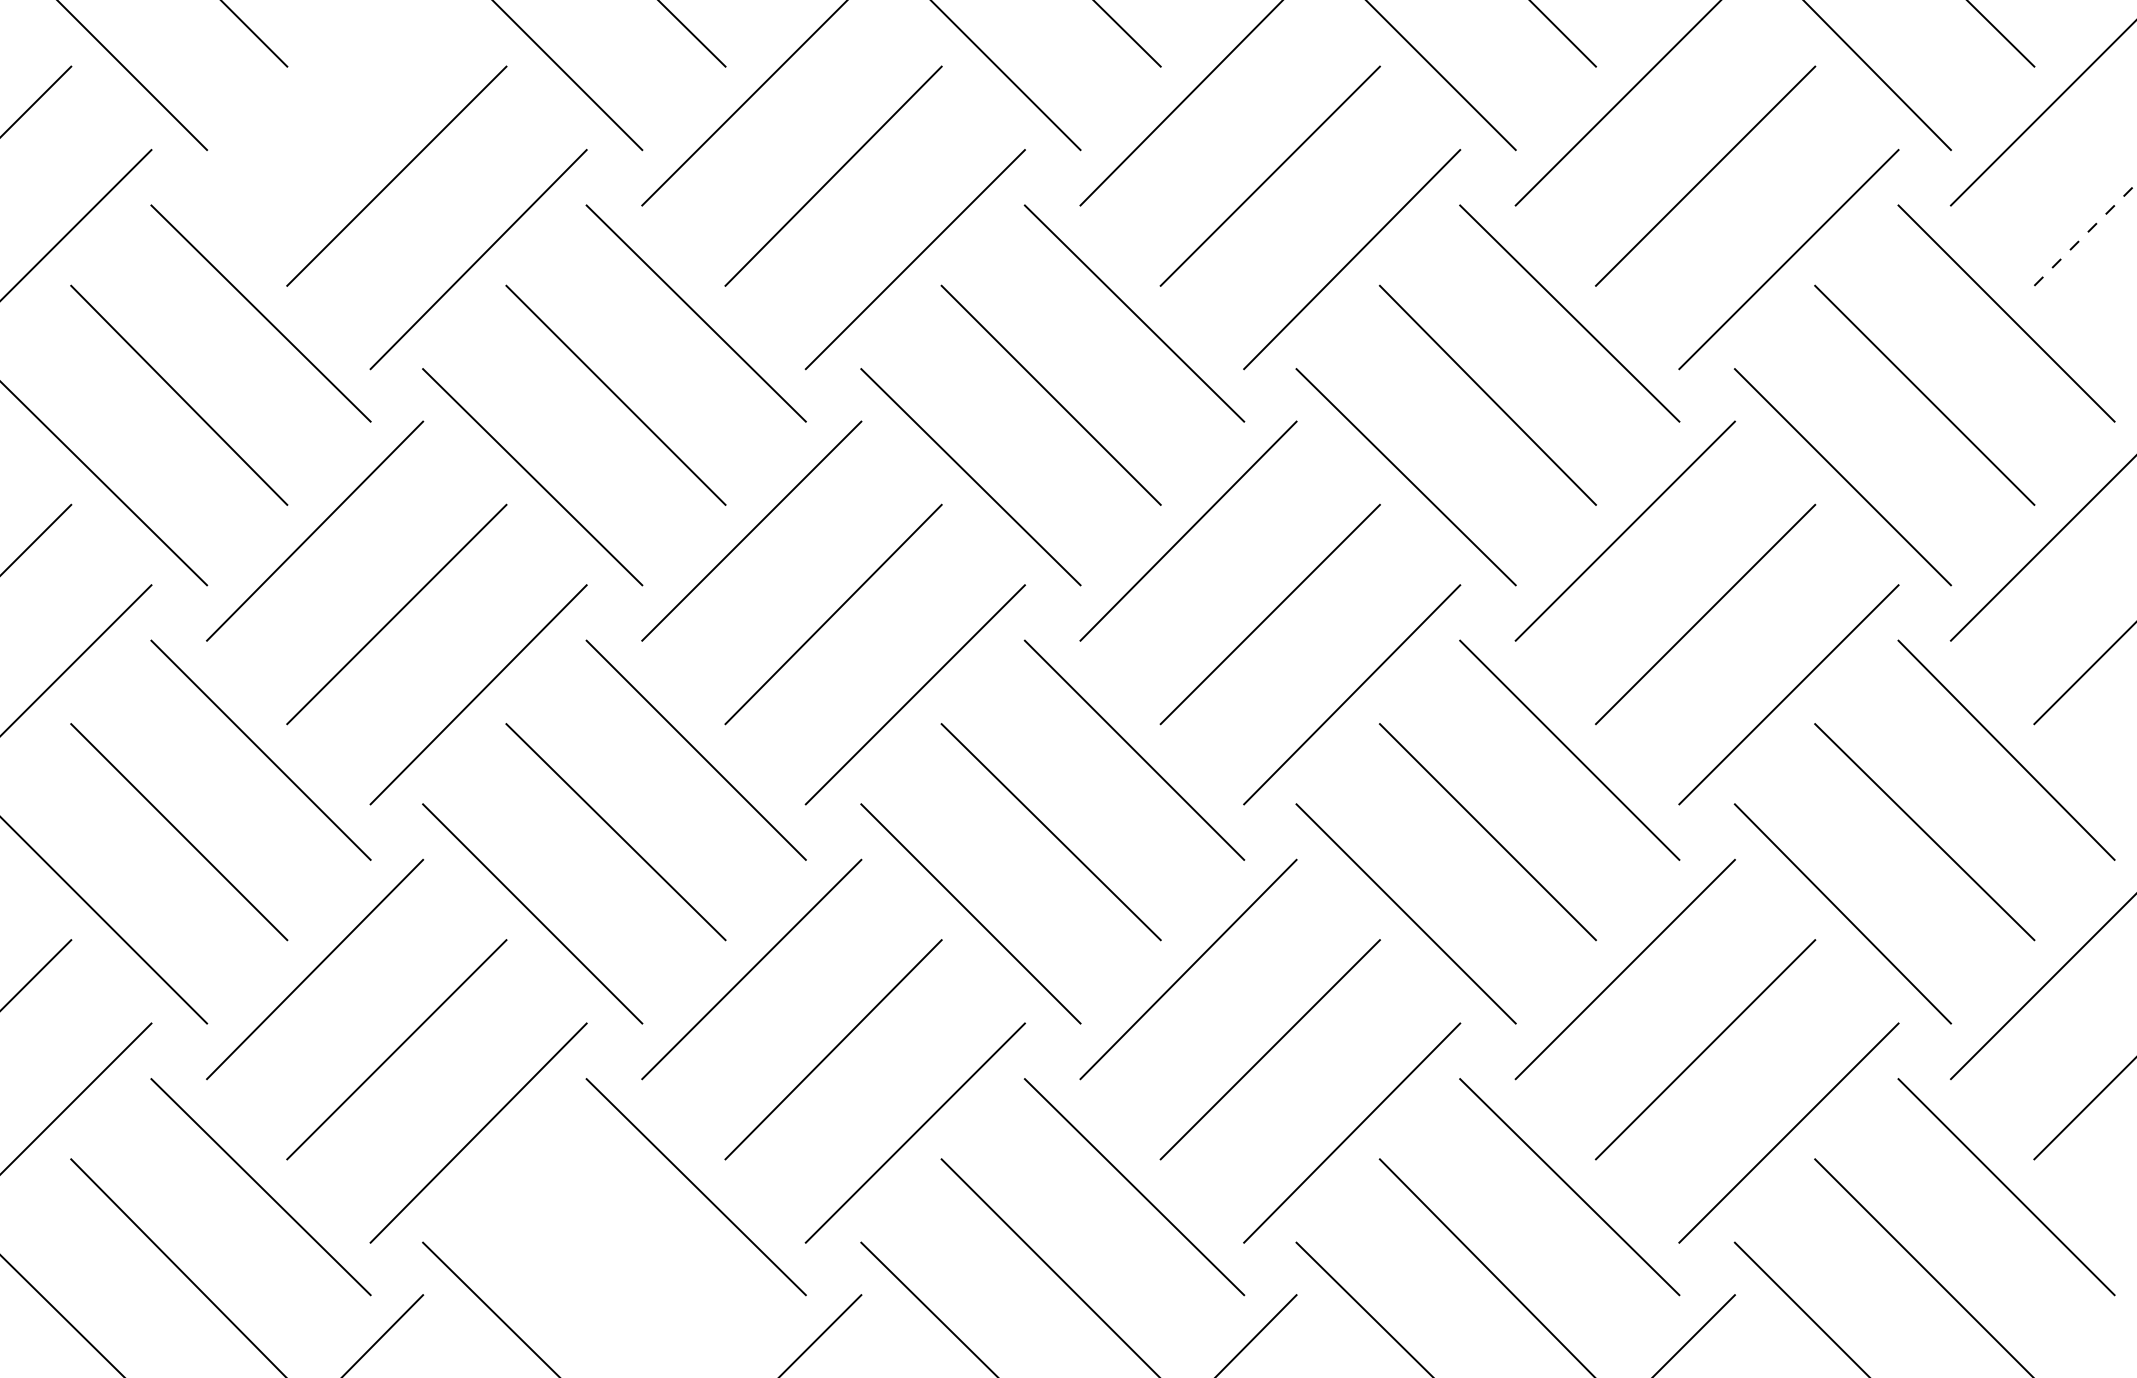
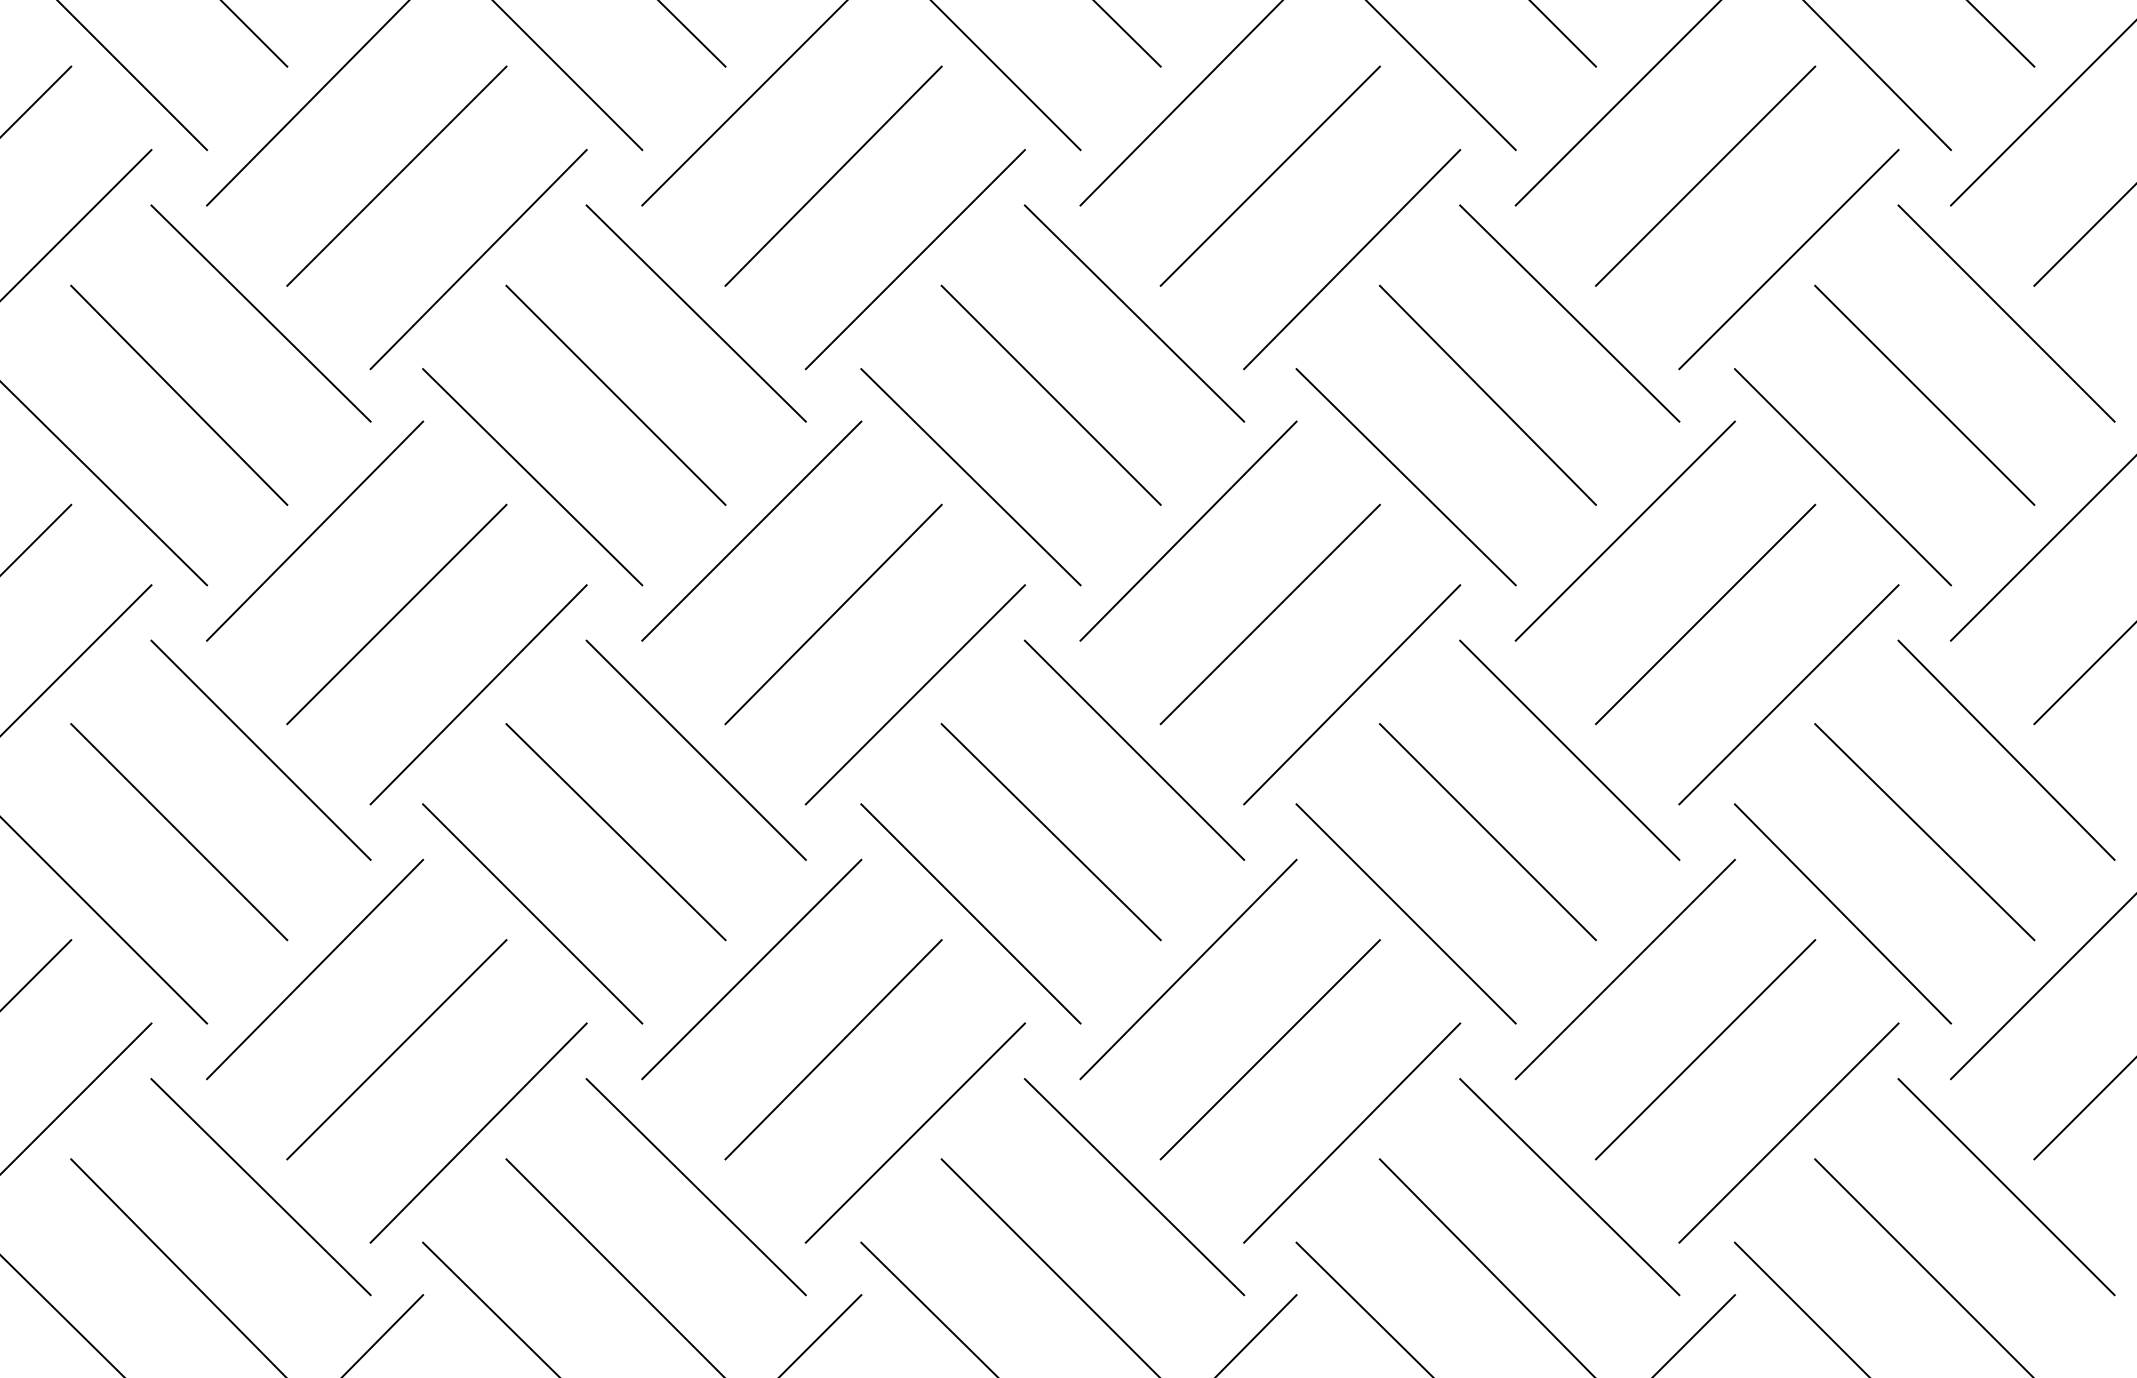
line at (307, 103): none -> present
line at (2085, 234): dashed -> solid
line at (613, 1266): none -> present
